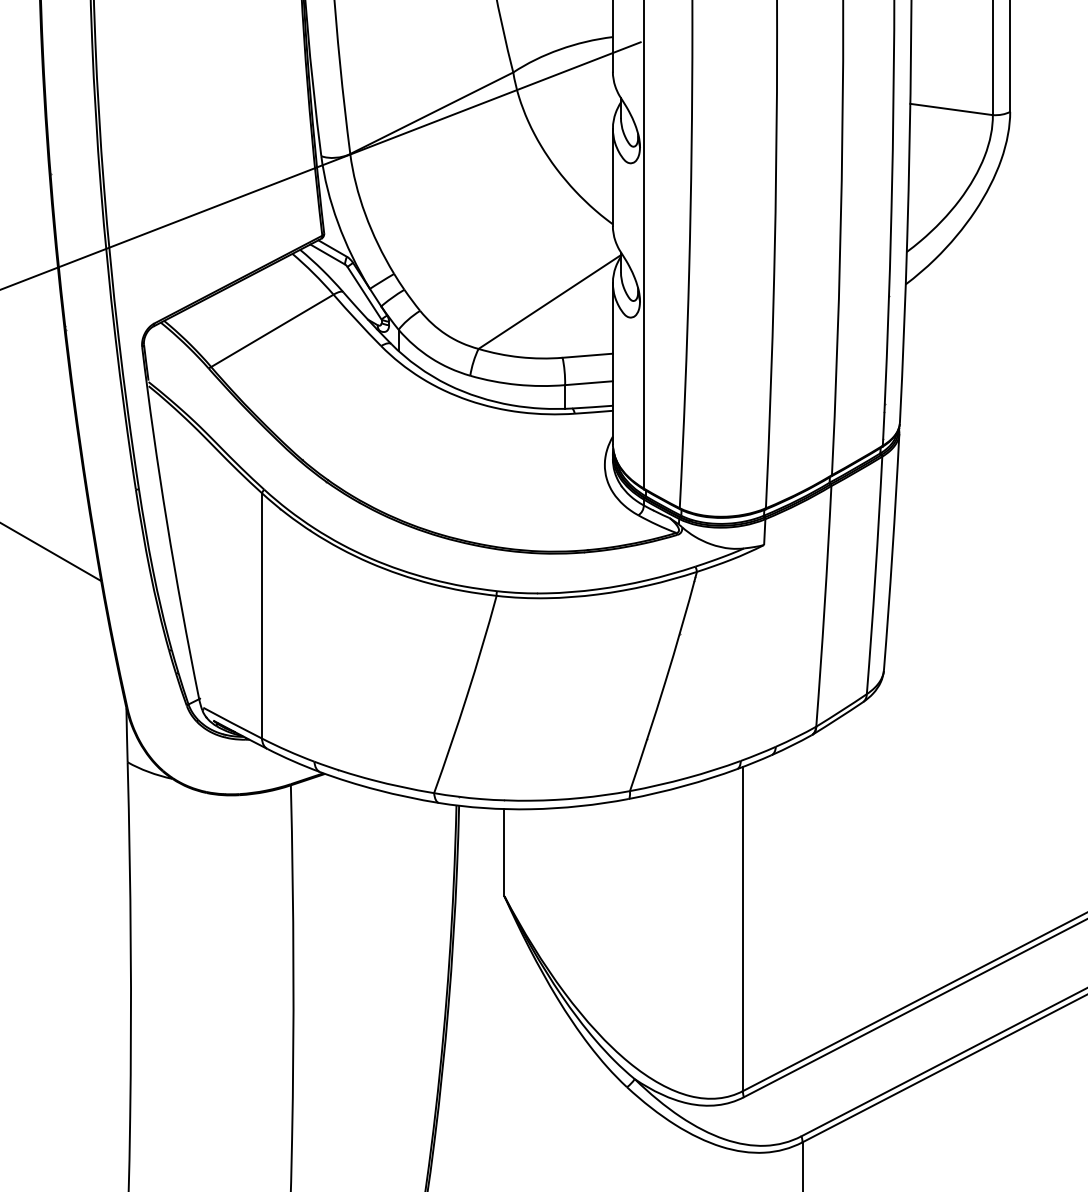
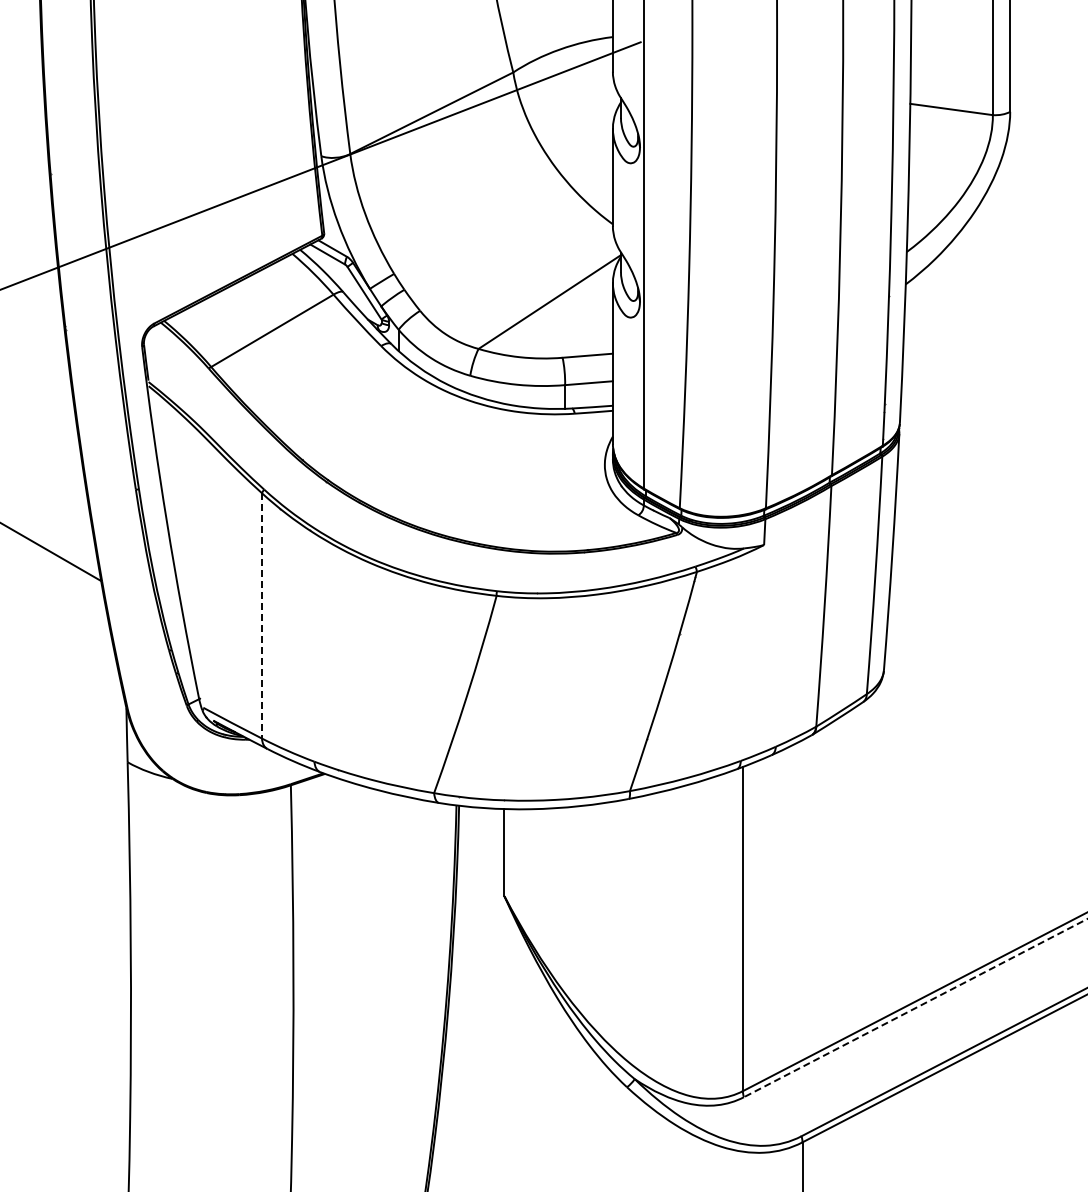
line at (262, 615): solid -> dashed
line at (915, 1008): solid -> dashed
